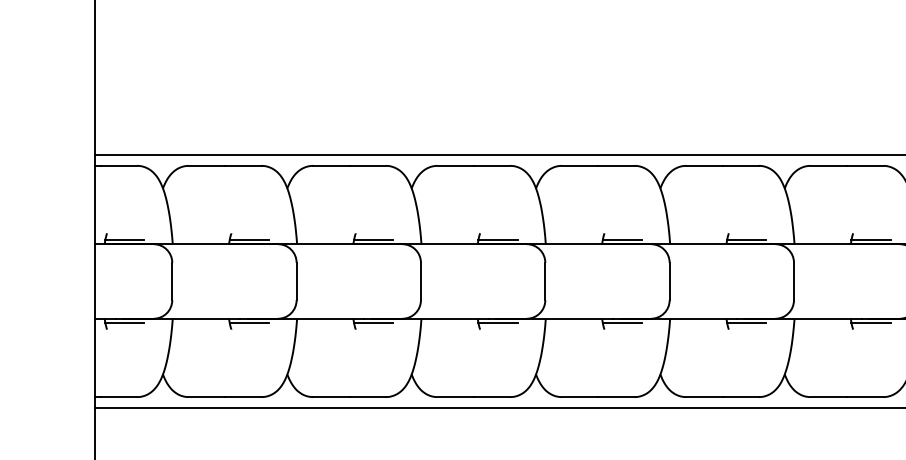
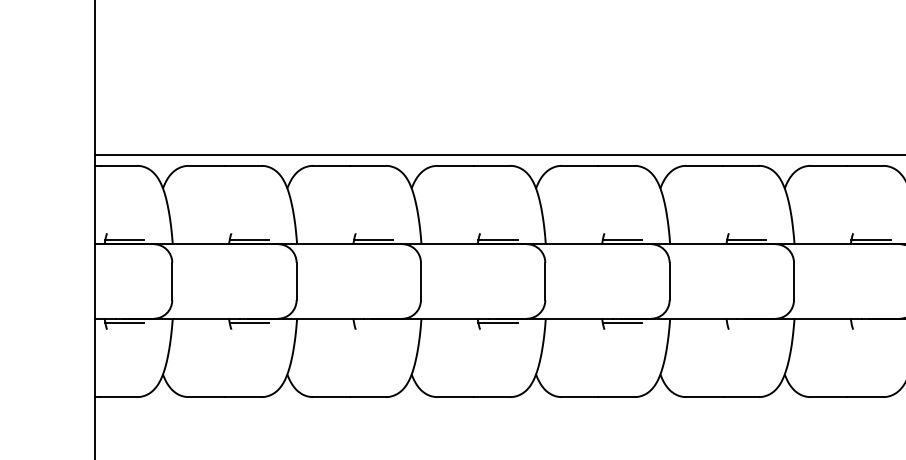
line at (373, 322): present -> none
line at (746, 322): present -> none
line at (870, 322): present -> none
line at (498, 408): present -> none
